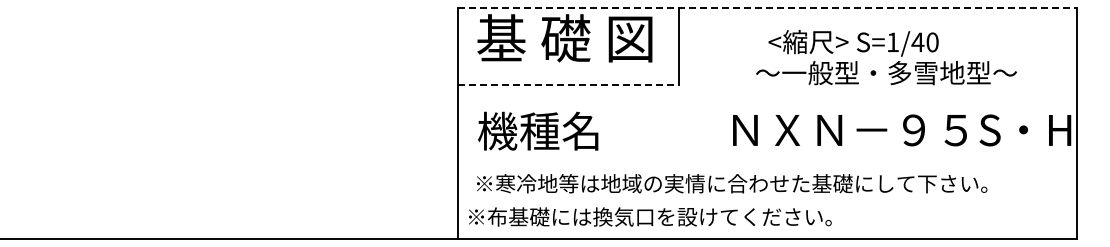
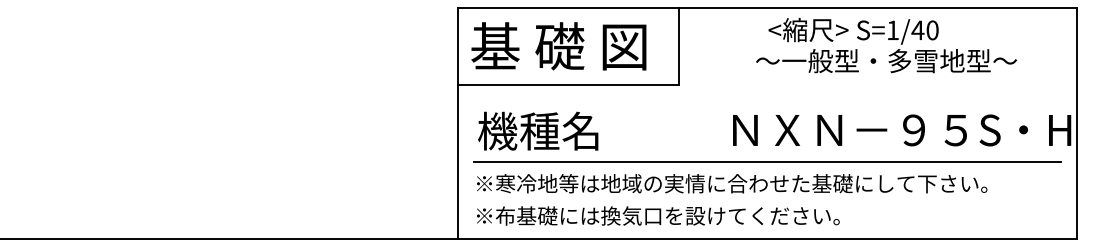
line at (768, 7): dashed -> solid
text at (564, 38) position: (564, 38) -> (558, 46)
text at (886, 57) position: (886, 57) -> (886, 45)
line at (568, 84): dashed -> solid
line at (767, 162): none -> present
text at (650, 216) position: (650, 216) -> (658, 215)
